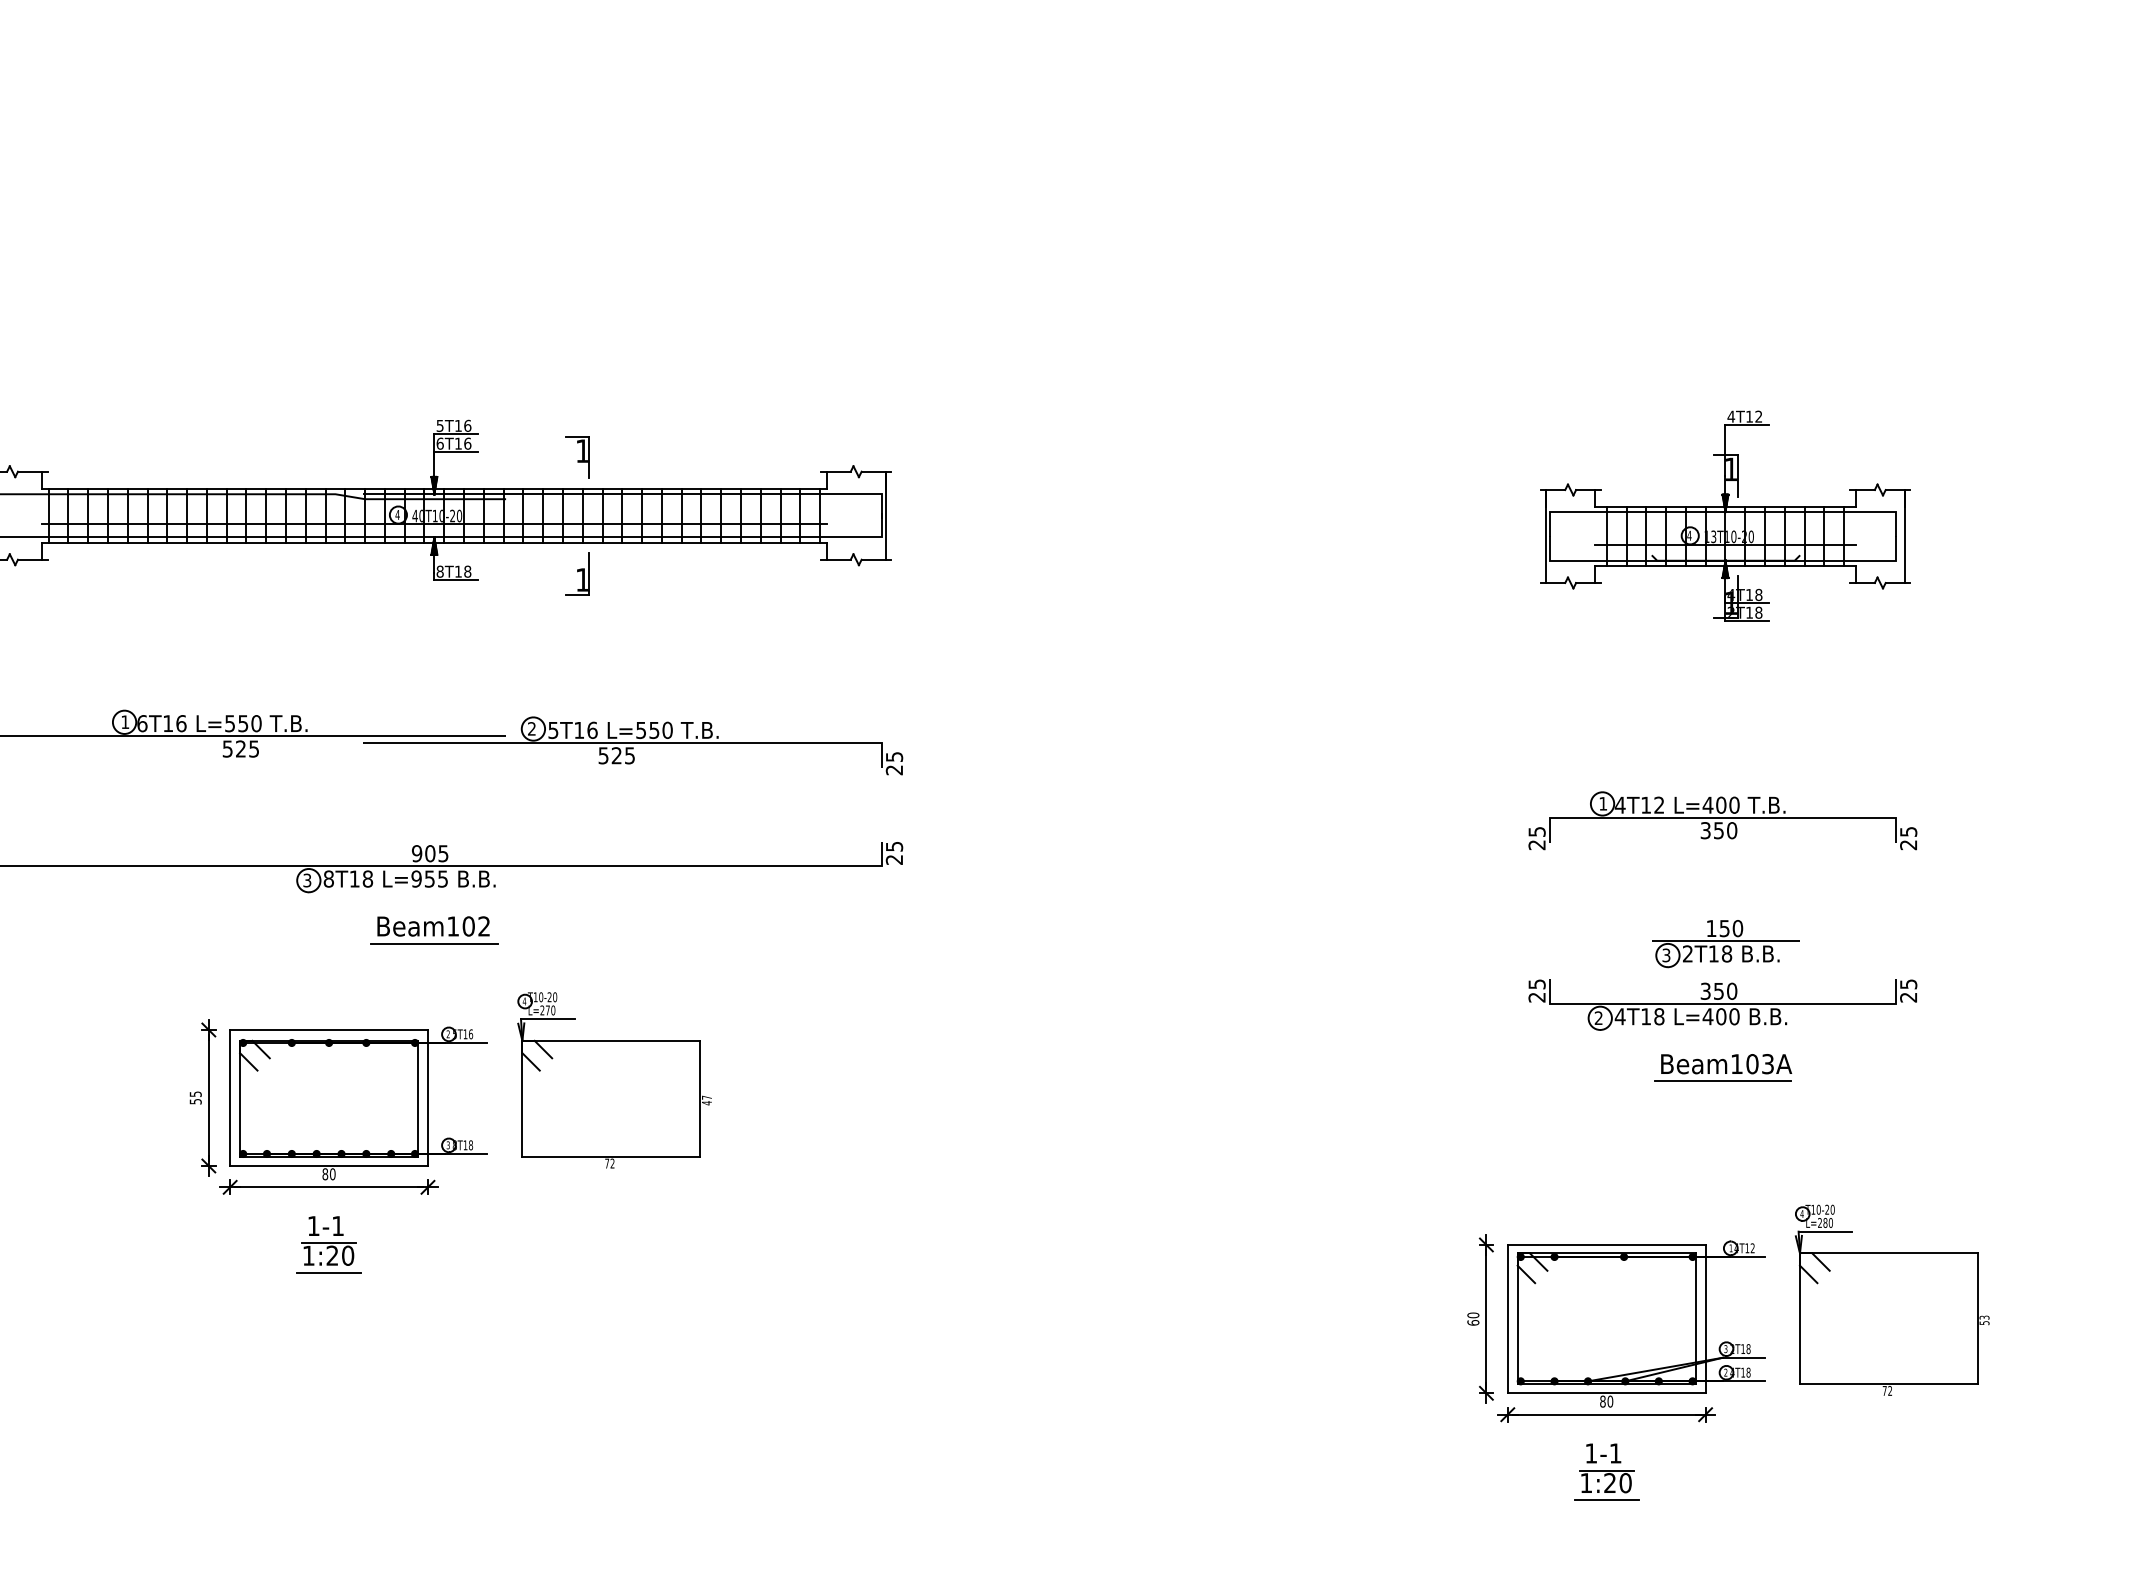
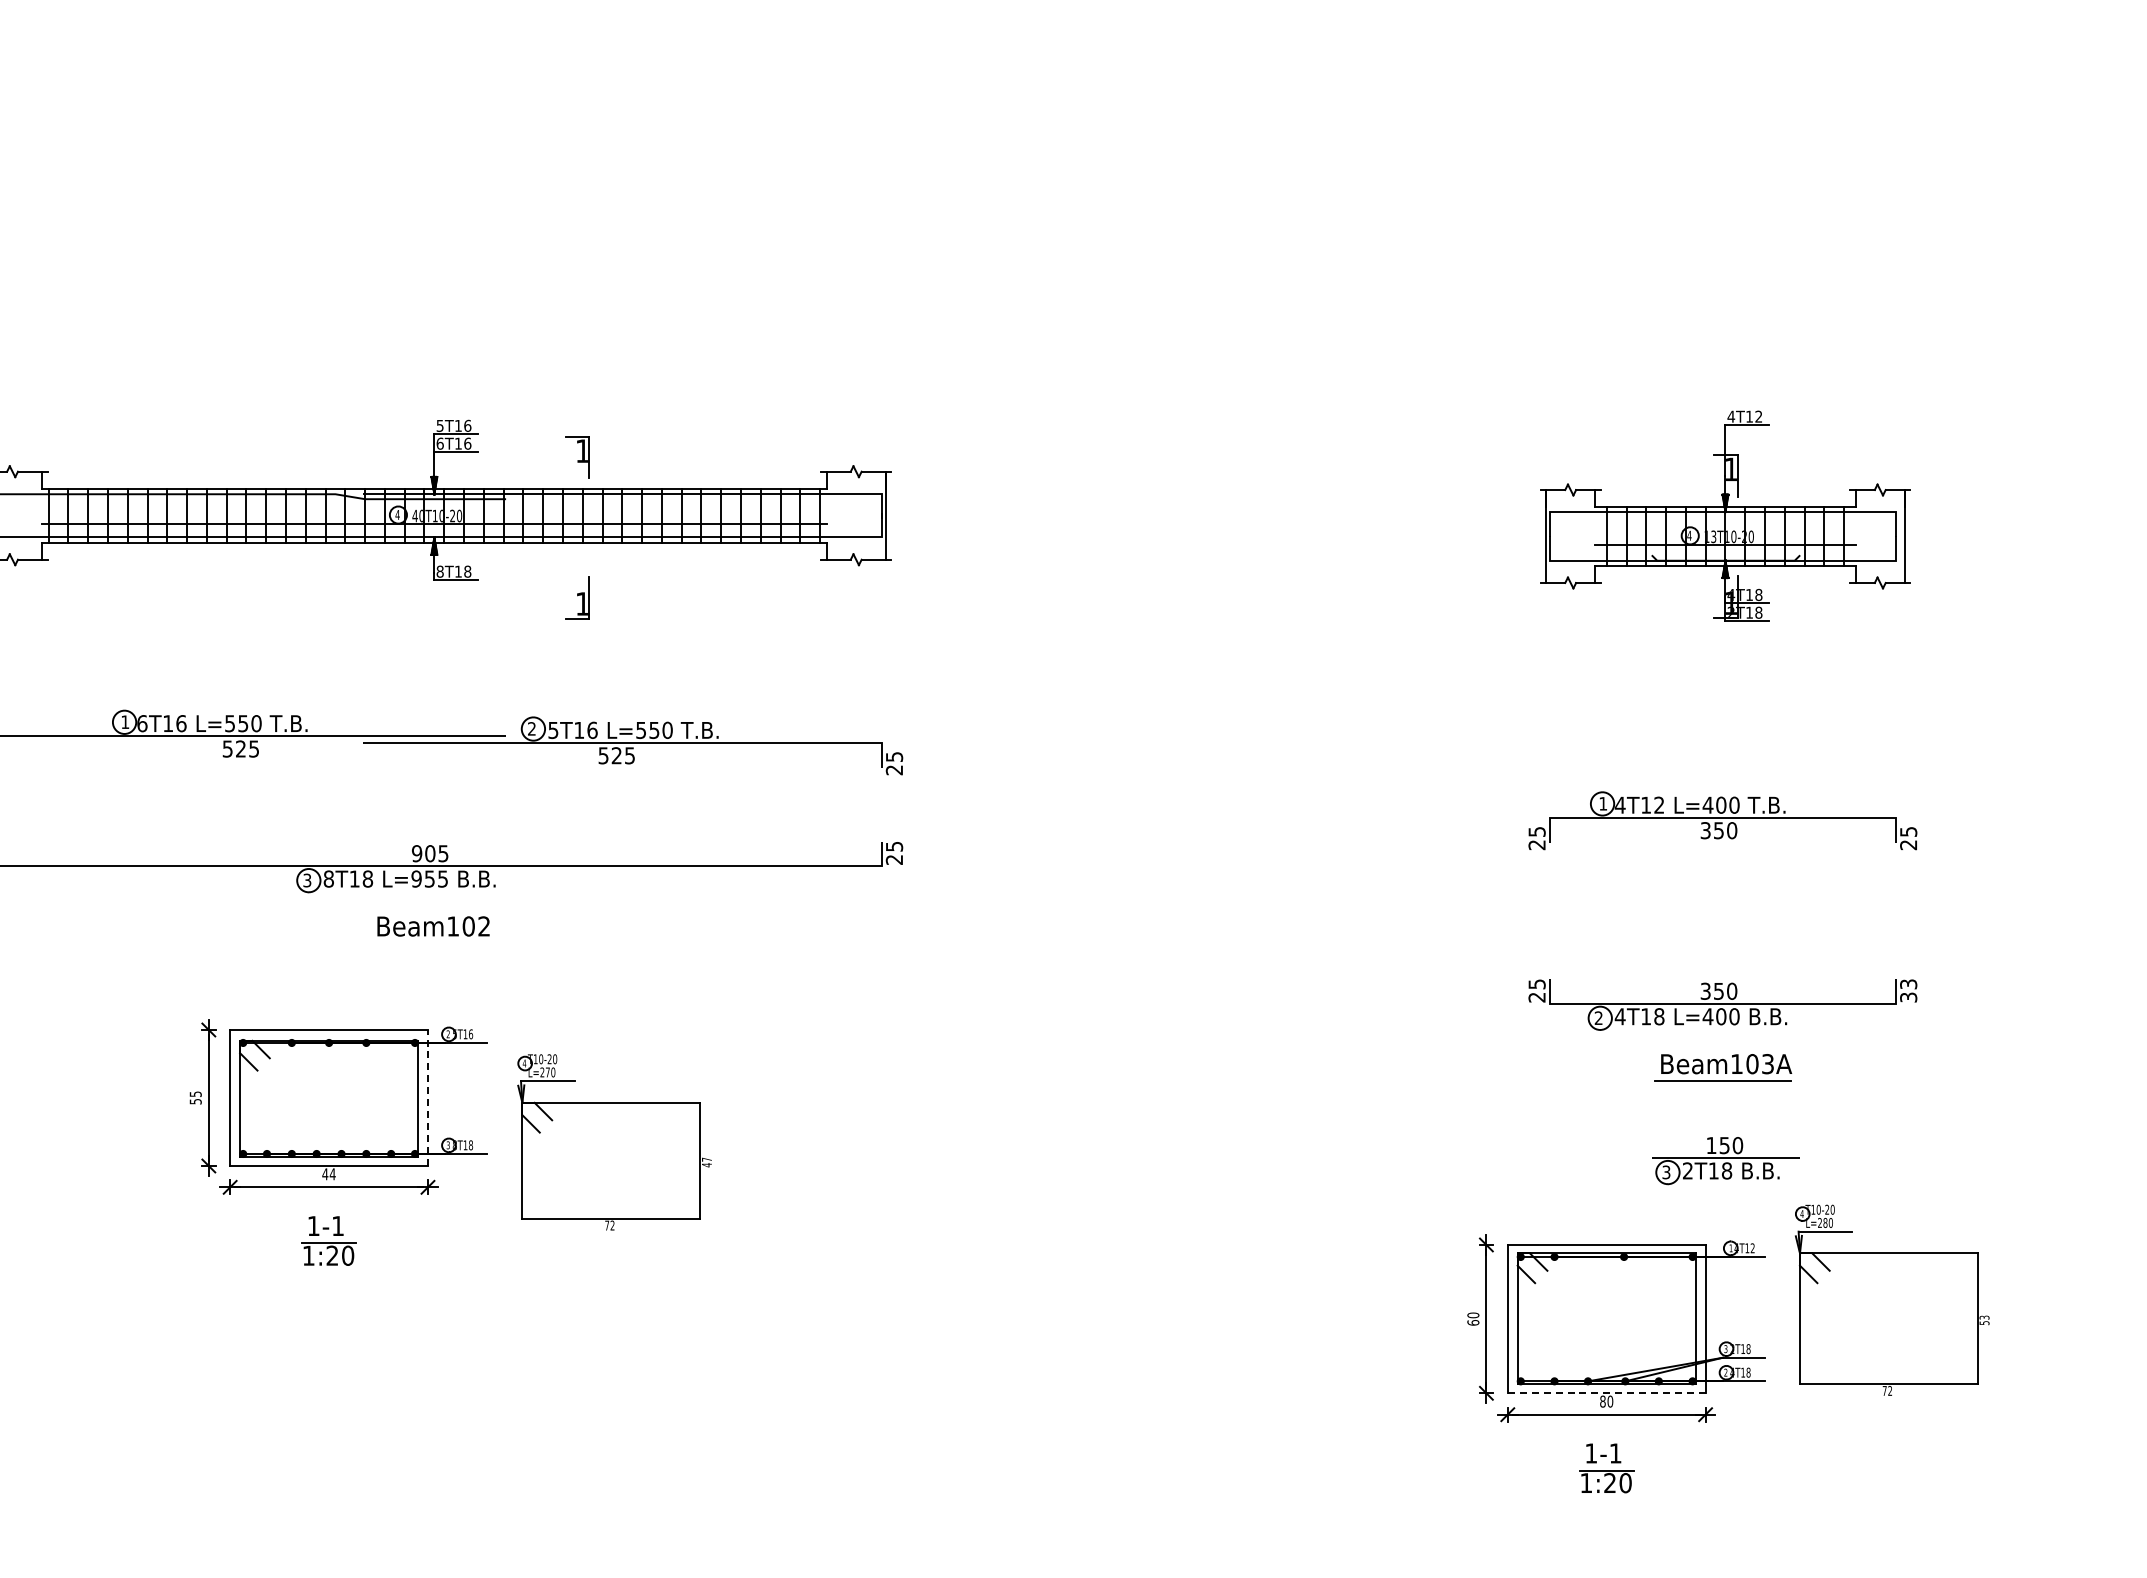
part at (577, 573) position: (577, 573) -> (577, 597)
line at (434, 943): present -> none
part at (1725, 944) position: (1725, 944) -> (1725, 1161)
text at (1908, 990): 25 -> 33
part at (614, 1080) position: (614, 1080) -> (614, 1142)
line at (428, 1097): solid -> dashed
text at (328, 1174): 80 -> 44
line at (329, 1273): present -> none
line at (1606, 1393): solid -> dashed
line at (1606, 1500): present -> none
